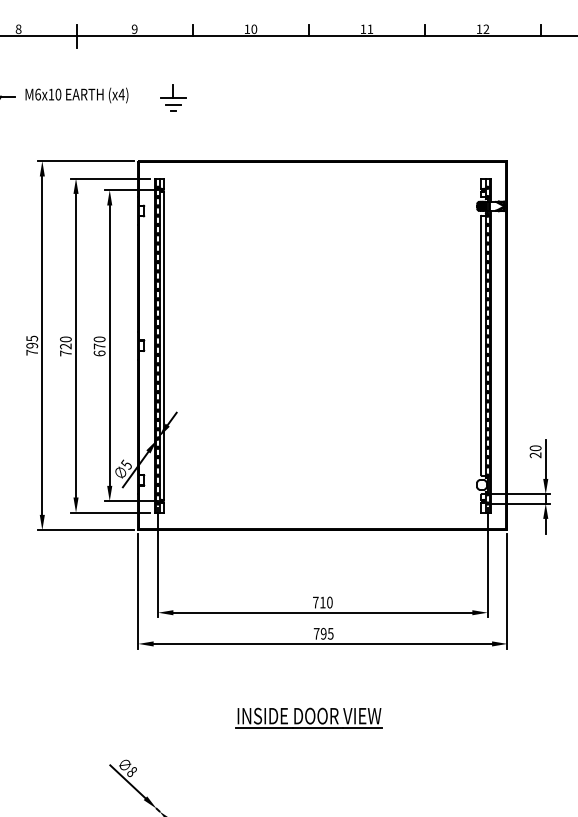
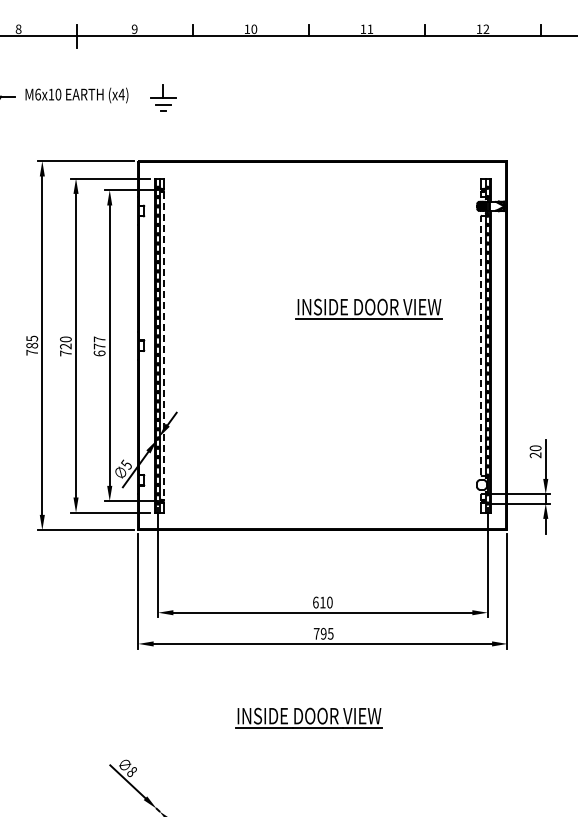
part at (173, 97) position: (173, 97) -> (163, 97)
part at (368, 308): none -> present
text at (99, 339): 670 -> 677
text at (32, 345): 795 -> 785
line at (481, 345): solid -> dashed
line at (164, 346): solid -> dashed
text at (315, 602): 710 -> 610
